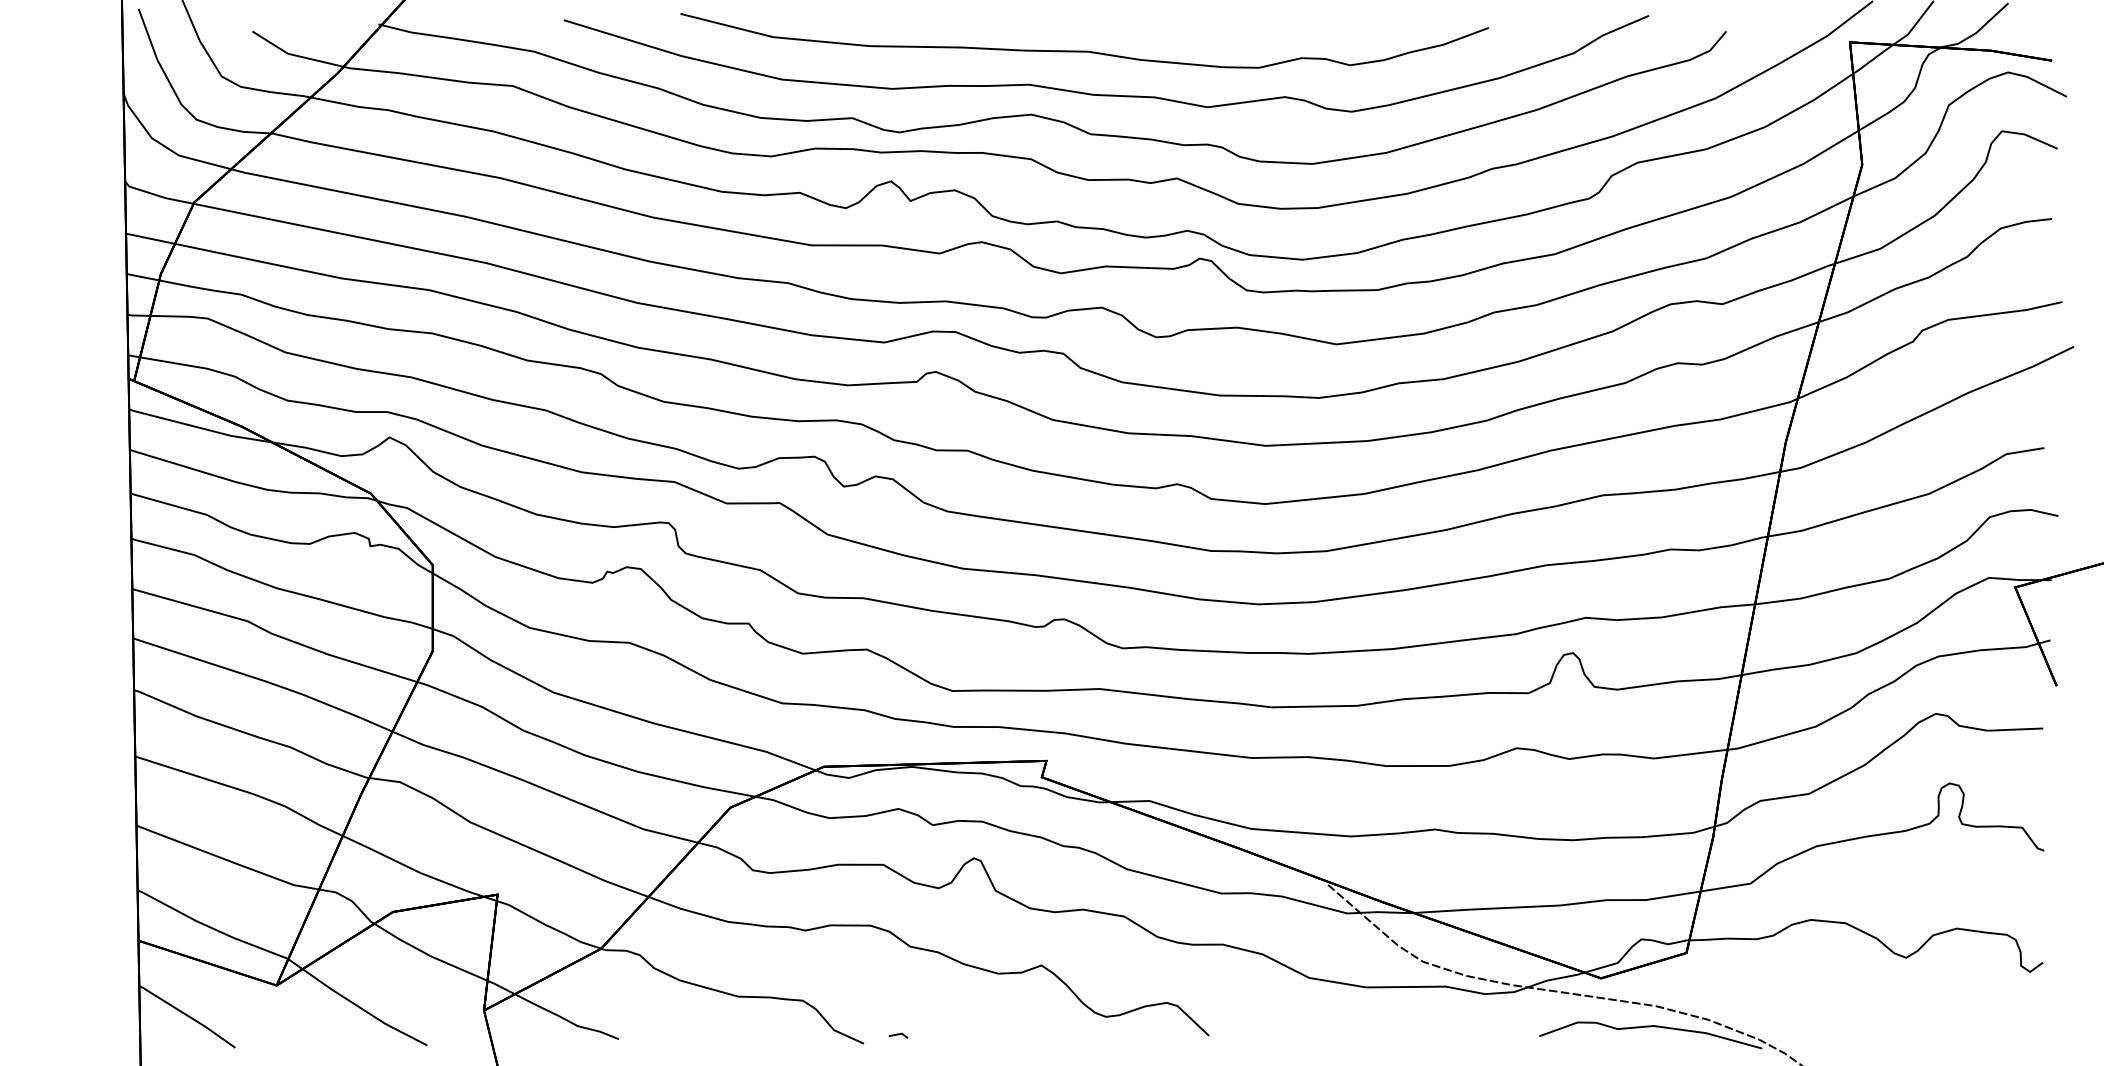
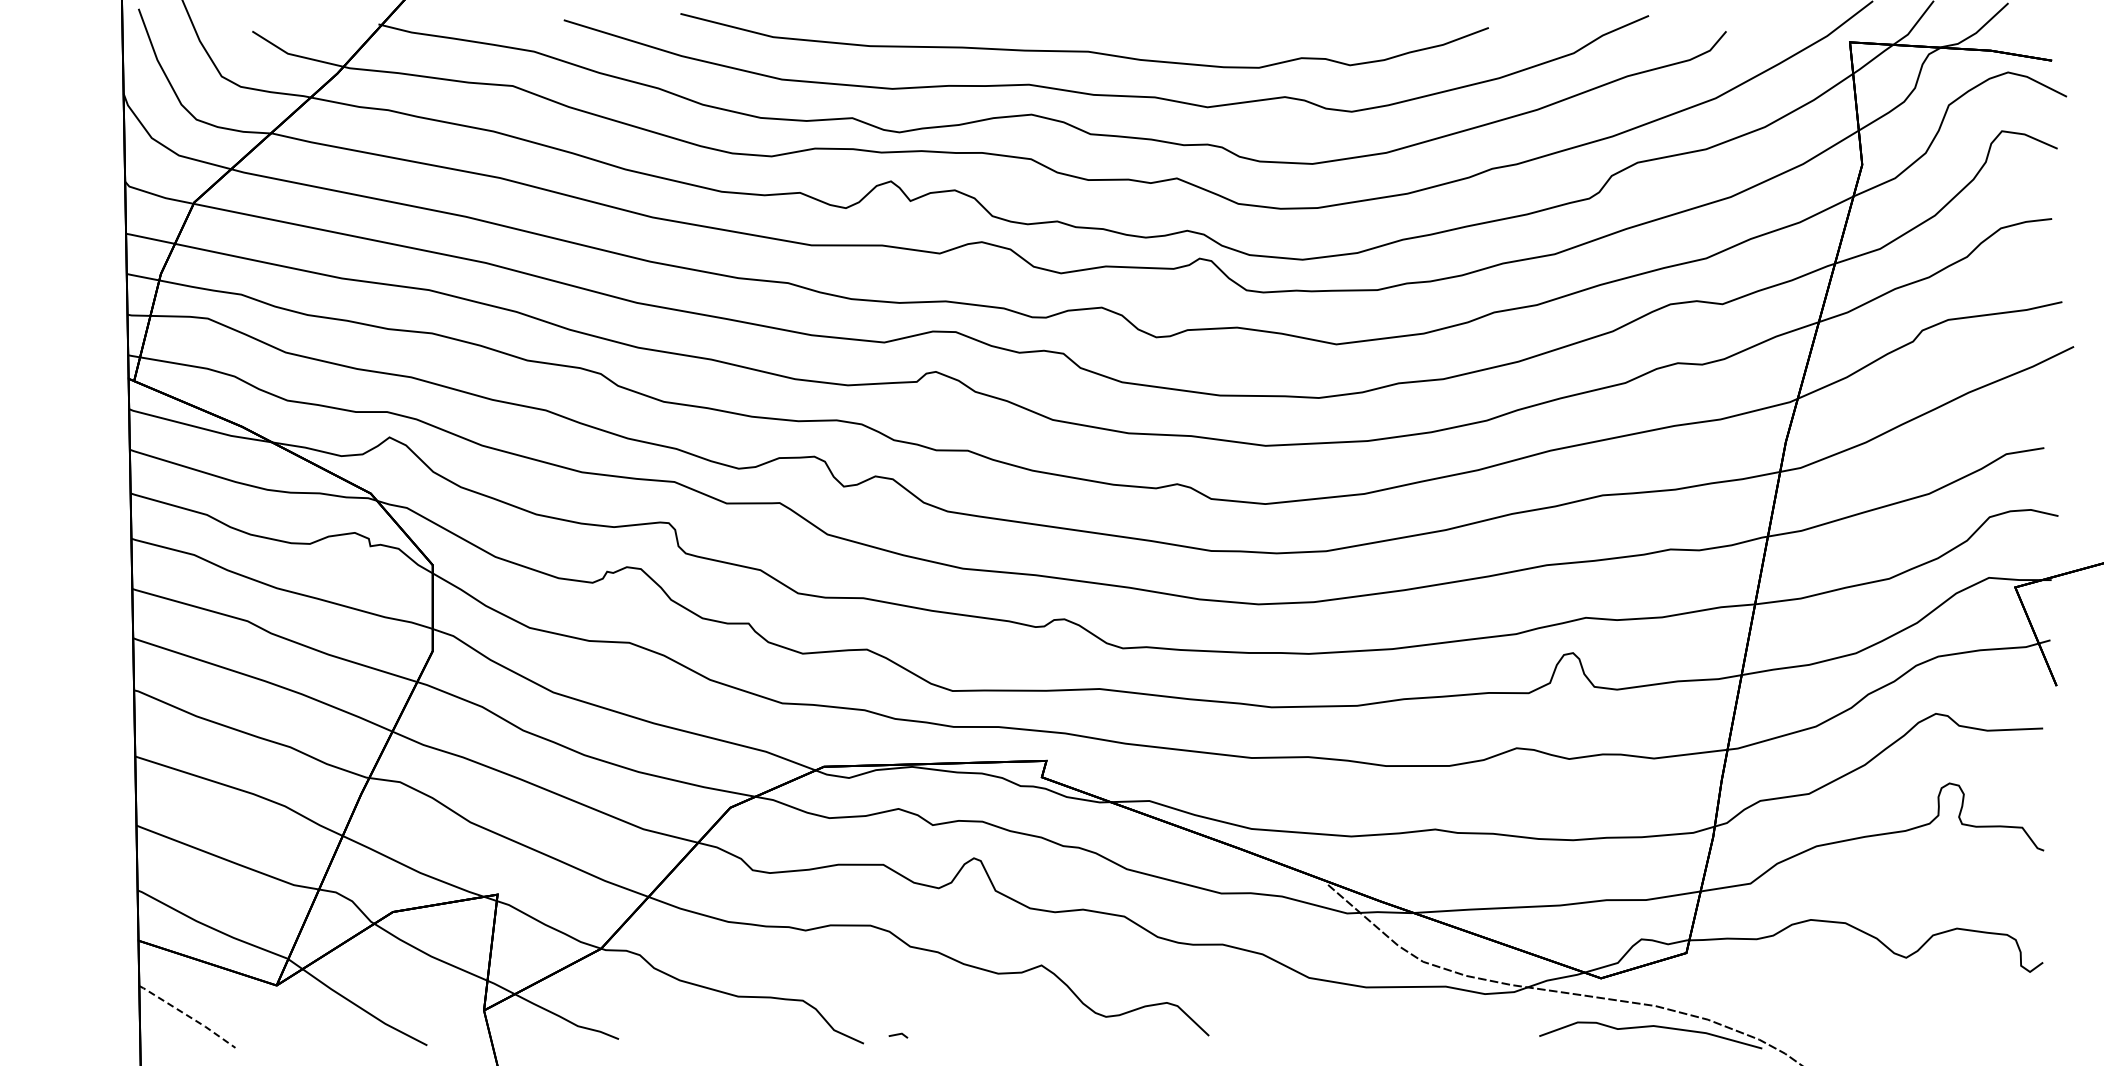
line at (188, 1016): solid -> dashed
